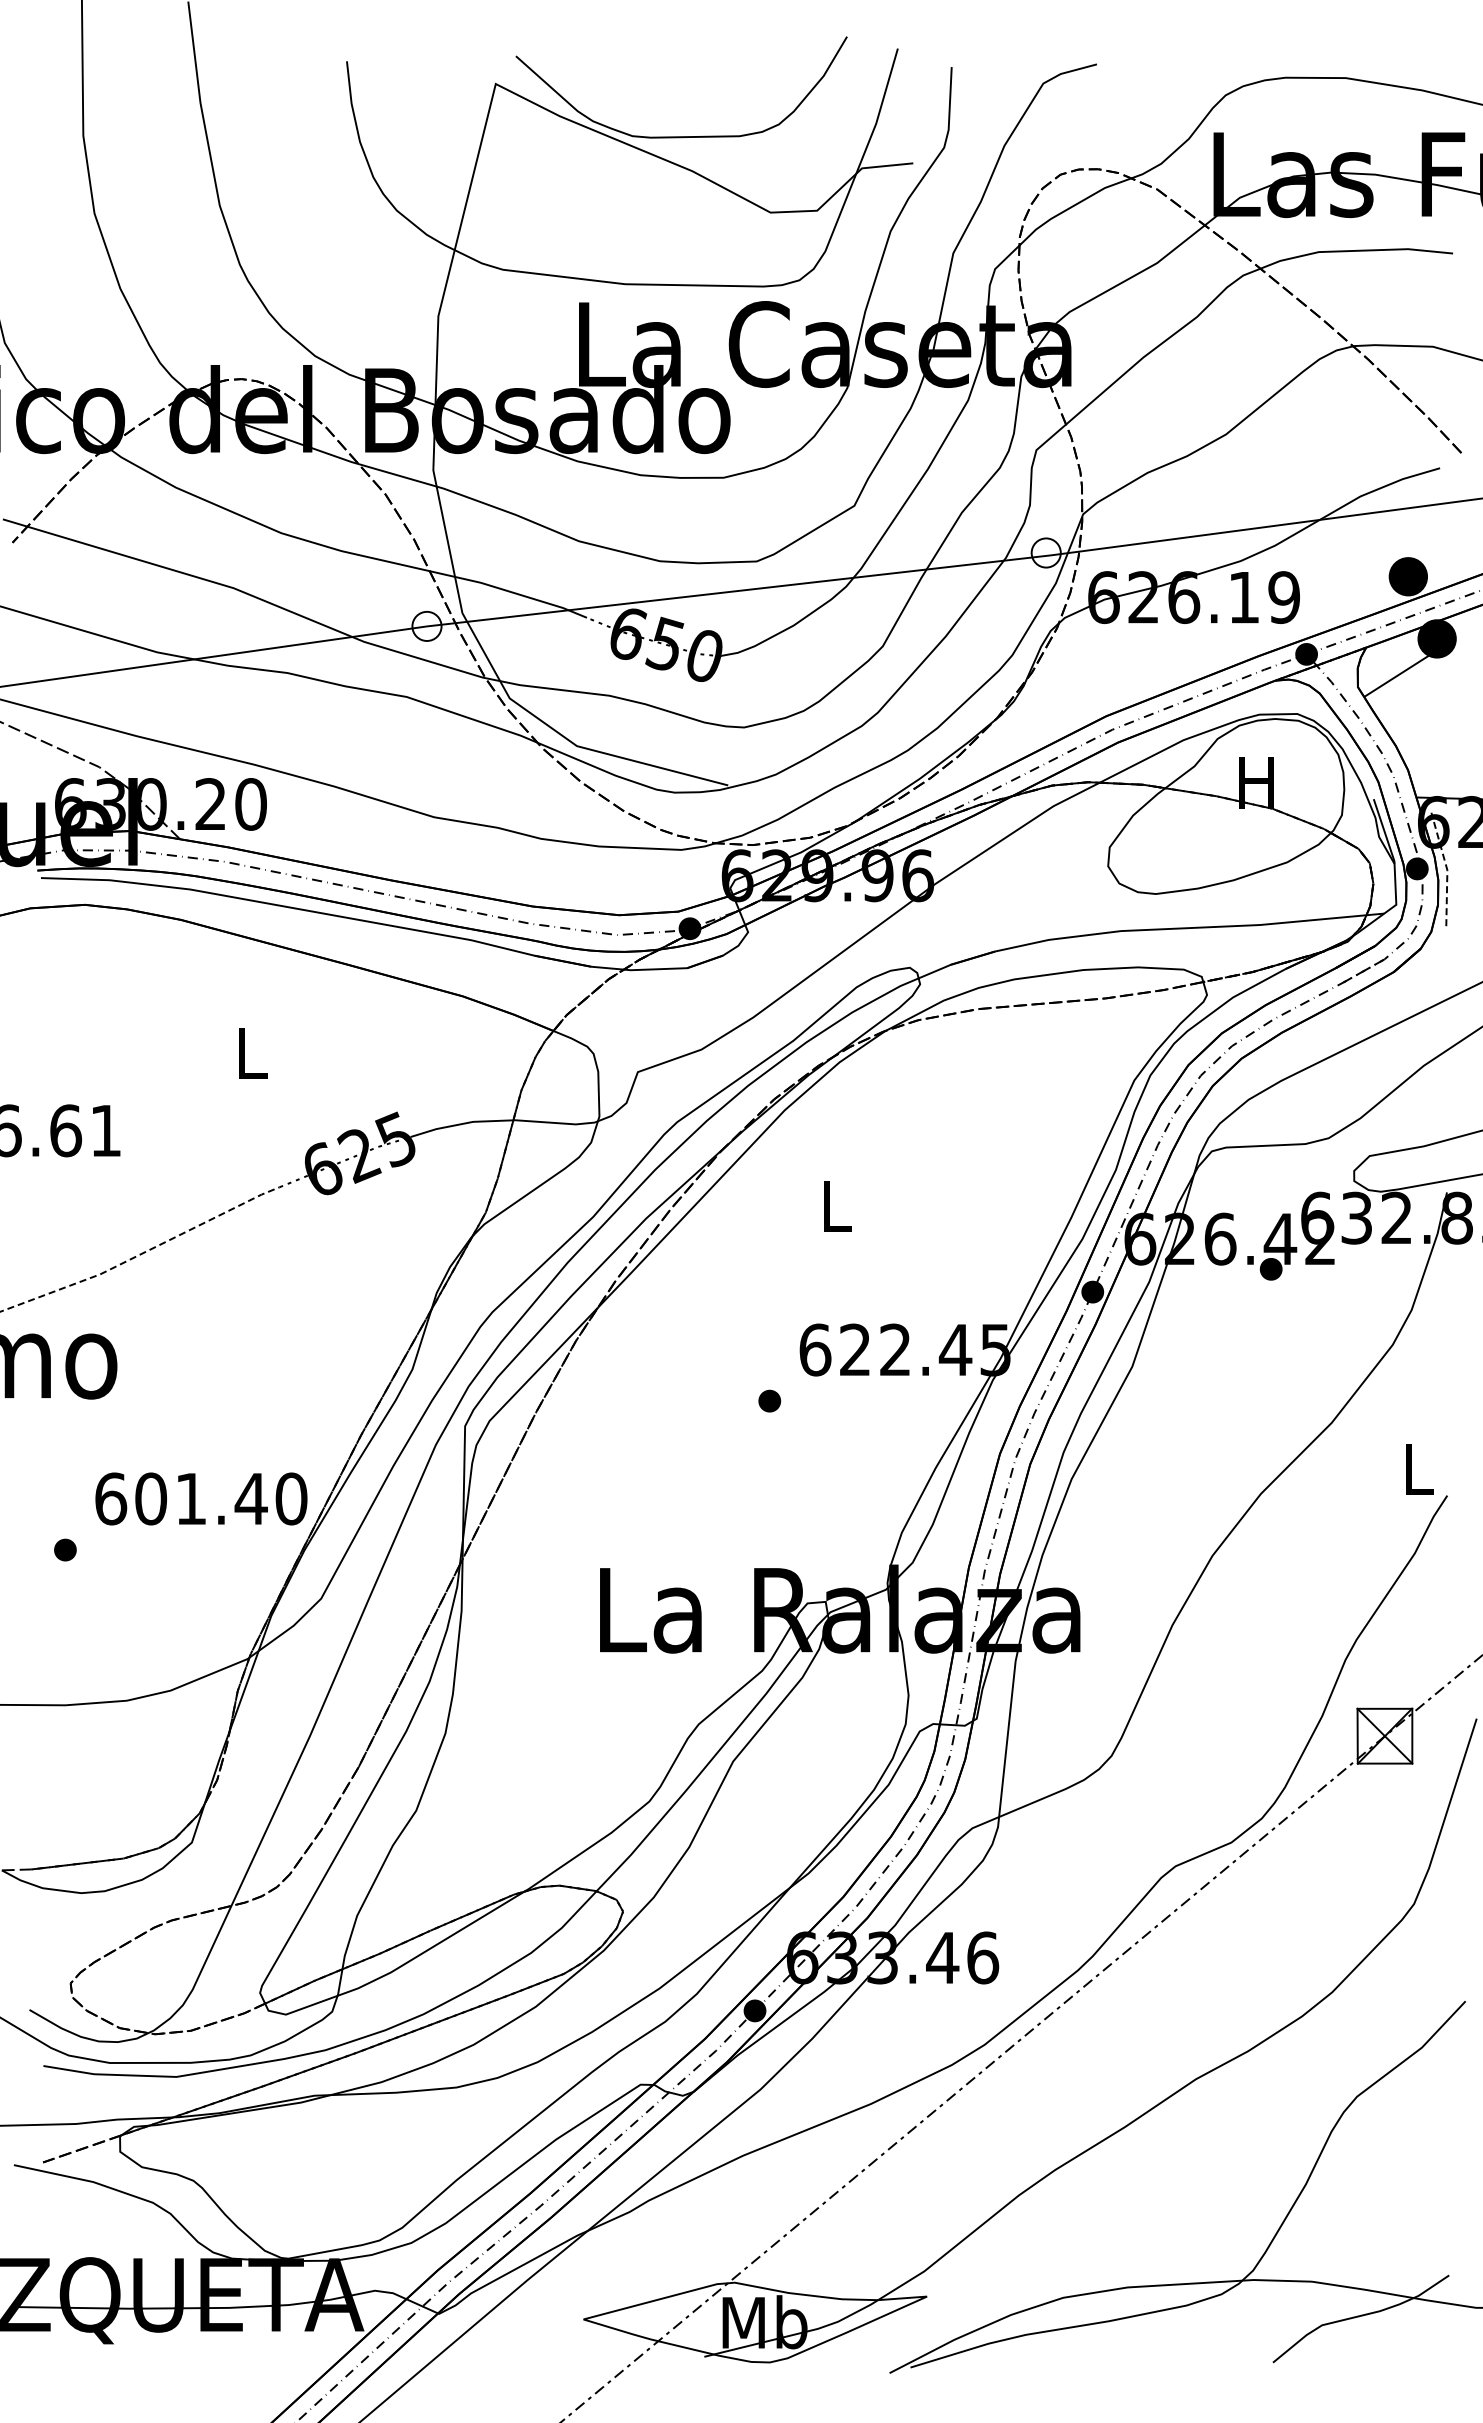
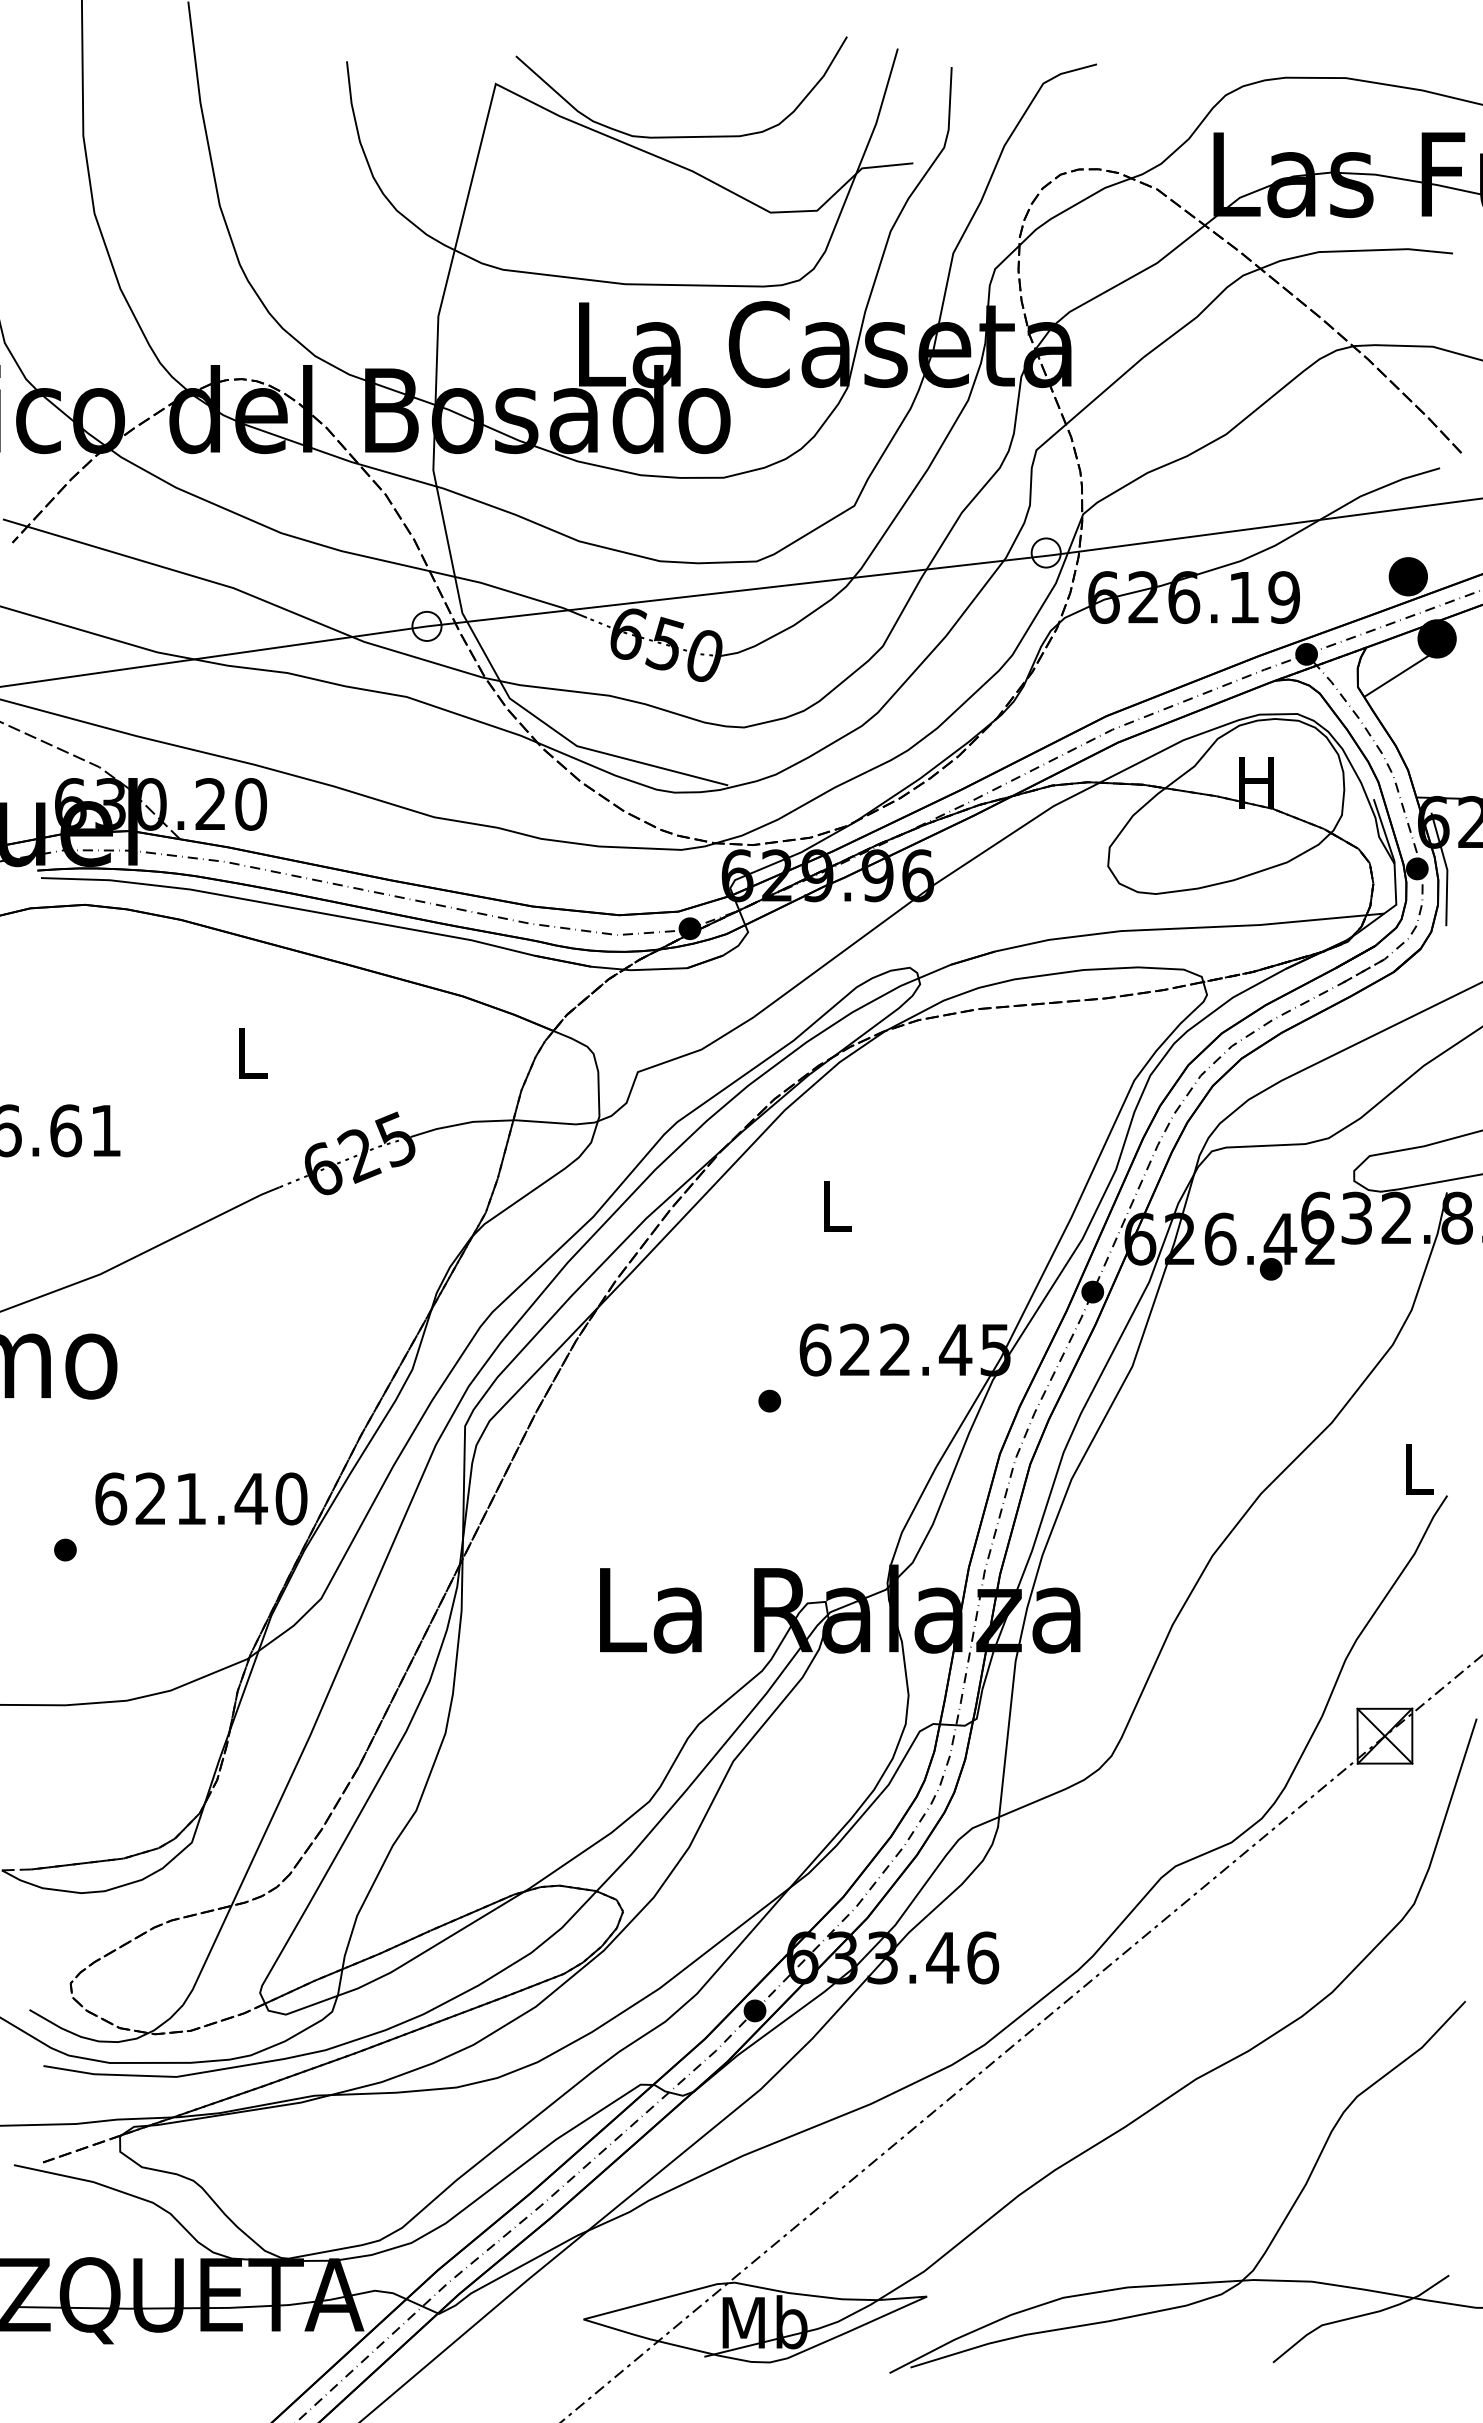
line at (1447, 869): dashed -> solid
line at (142, 1253): dashed -> solid
text at (151, 1498): 601.40 -> 621.40
